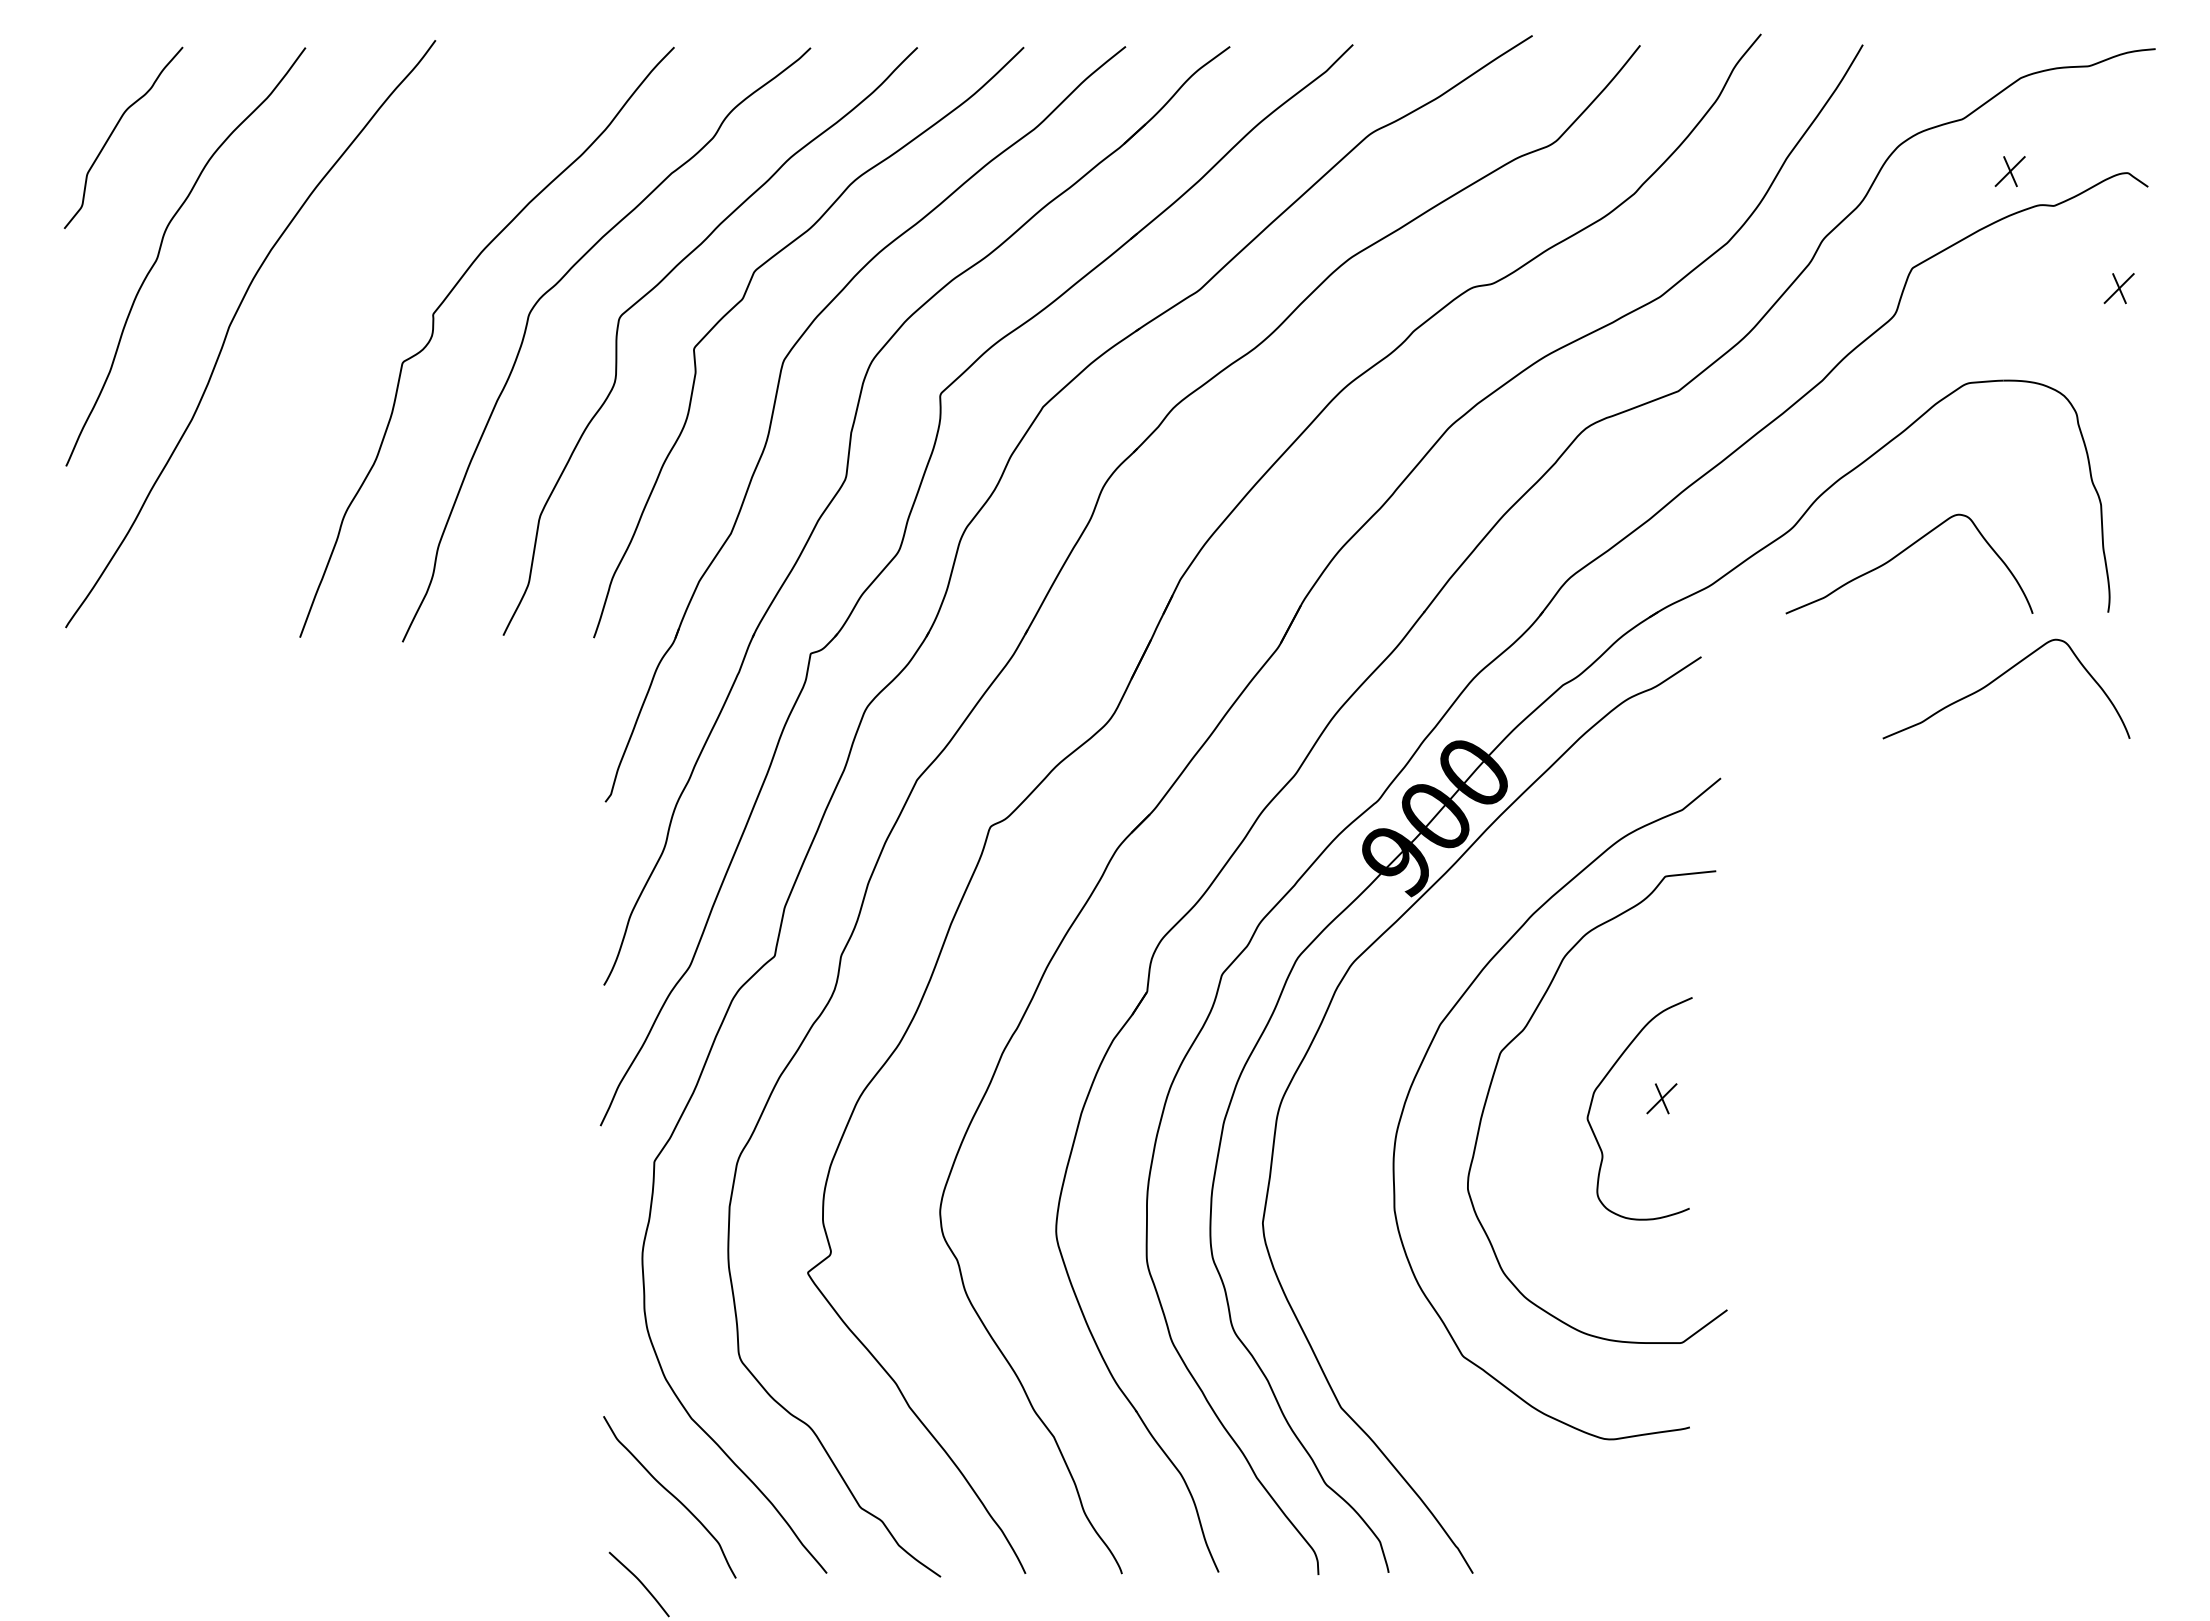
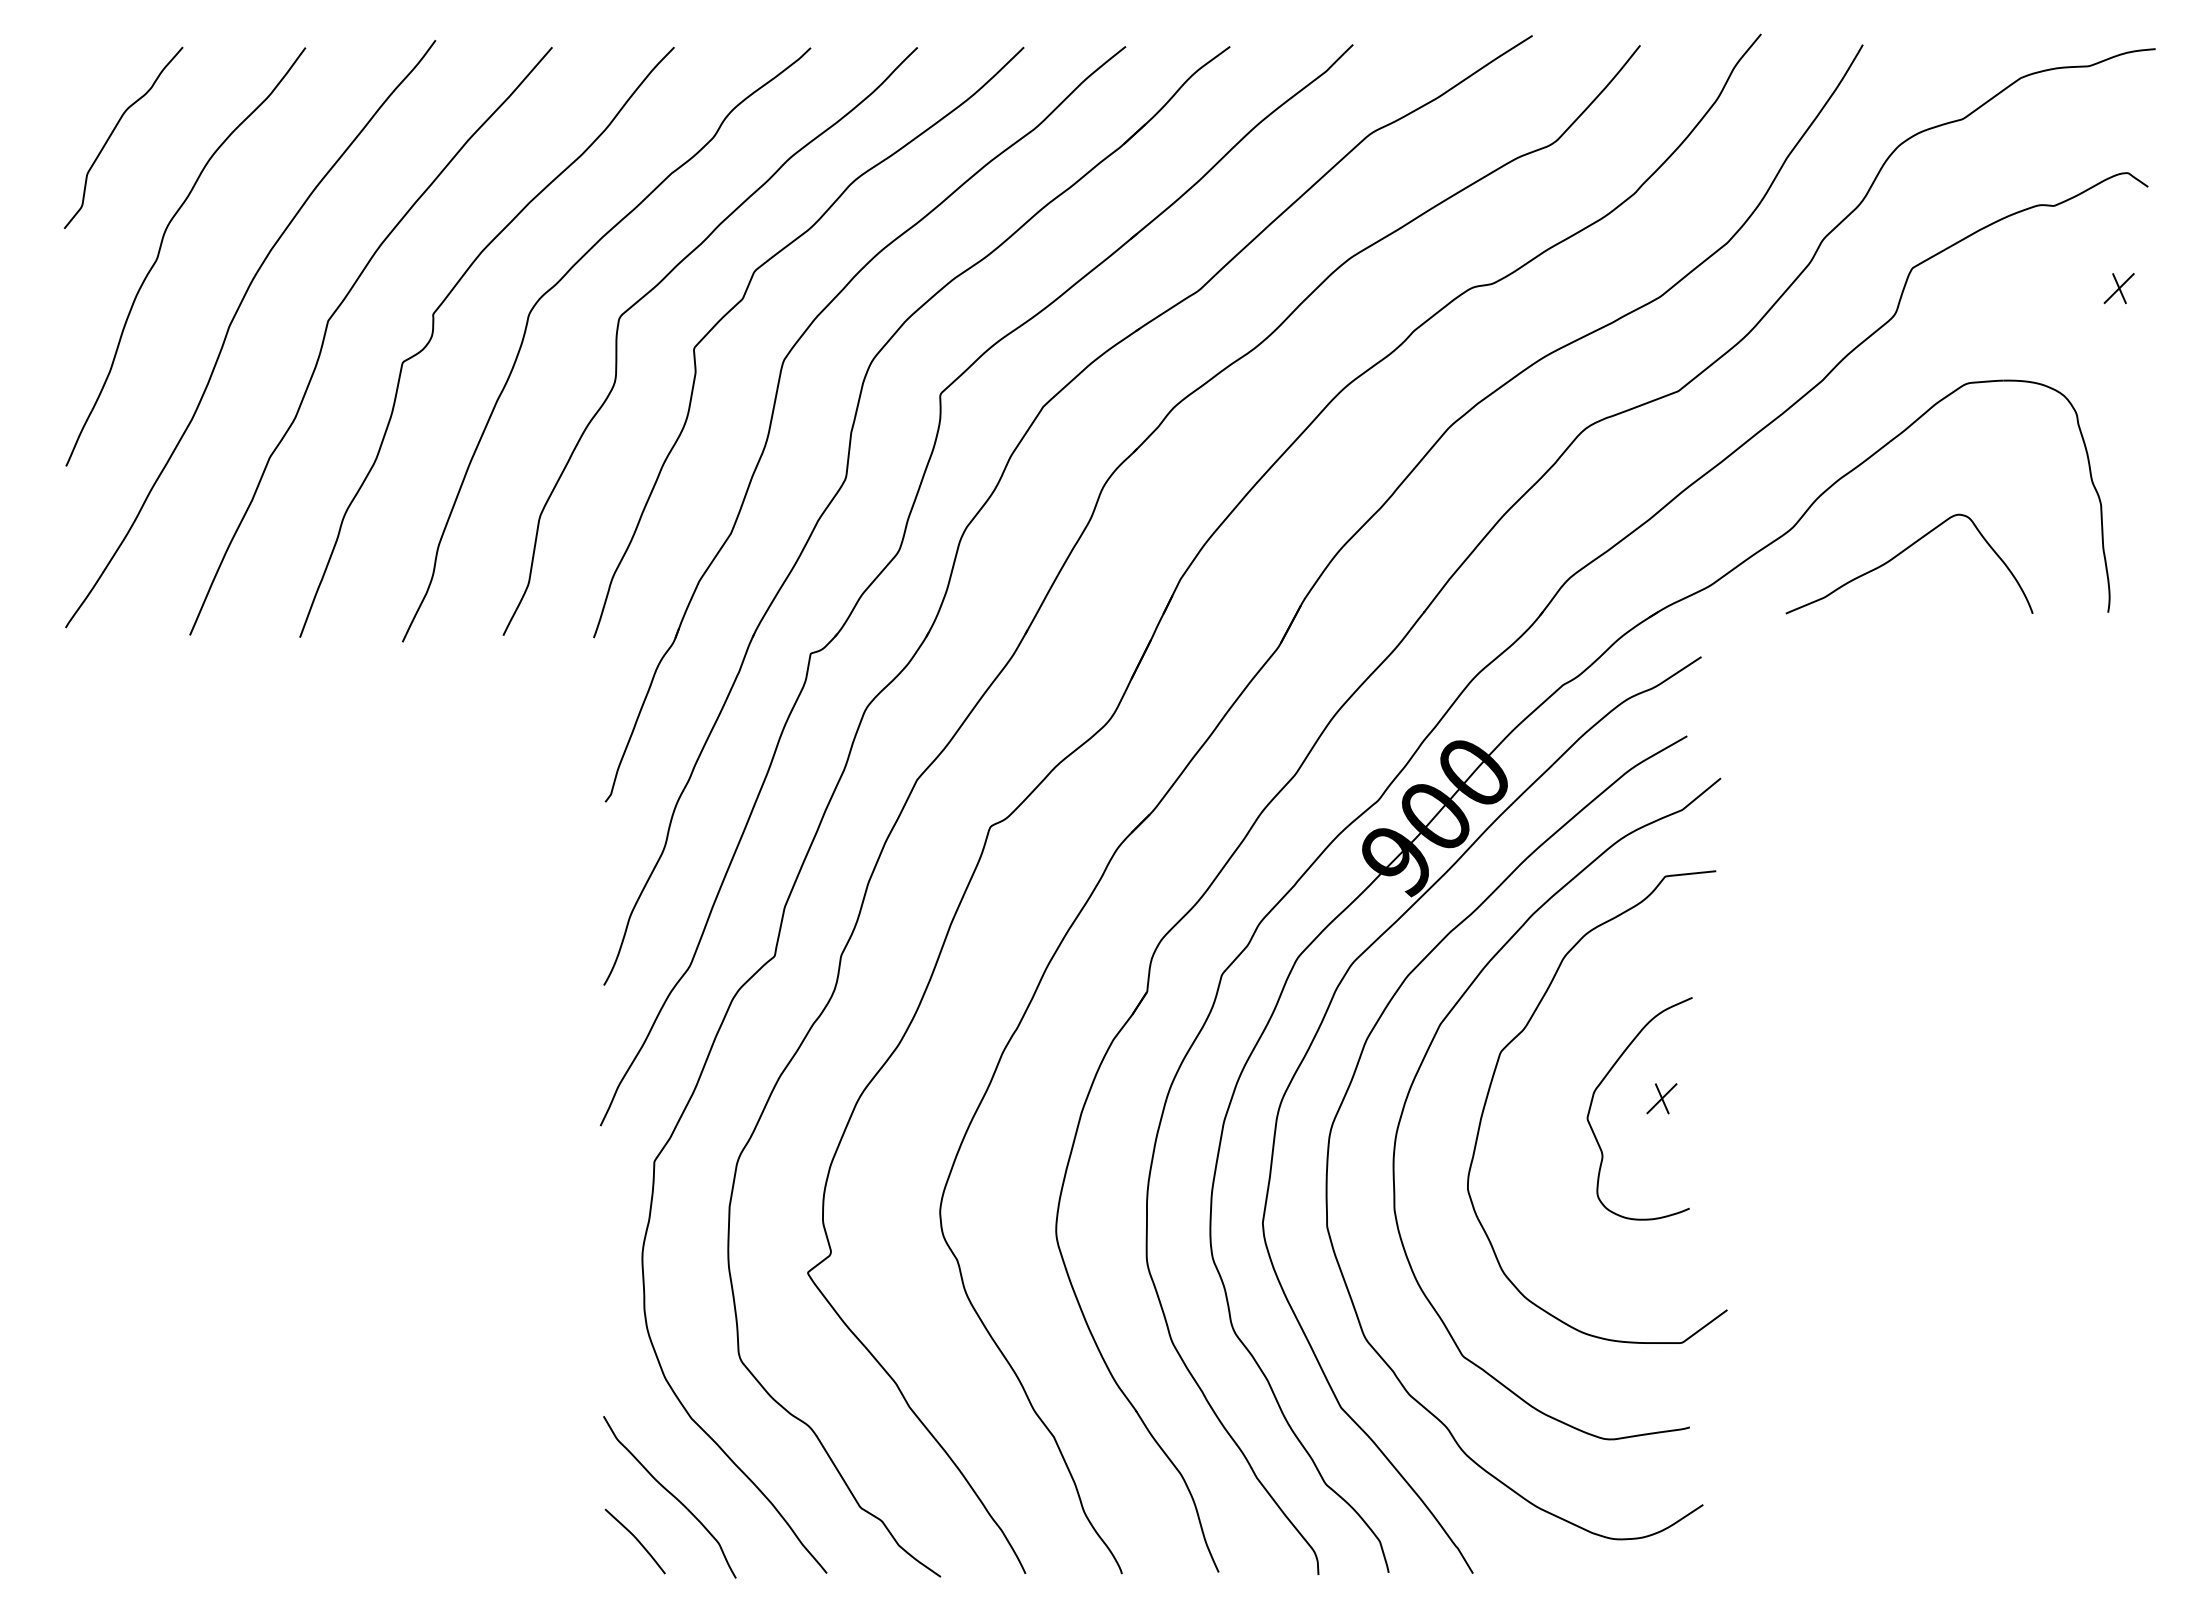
part at (2009, 171): present -> none
curve at (326, 333): none -> present
curve at (2000, 677): present -> none
curve at (1354, 1076): none -> present
curve at (639, 1582) position: (639, 1582) -> (635, 1539)
